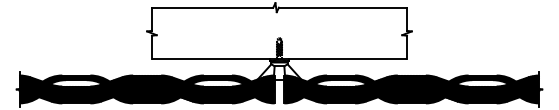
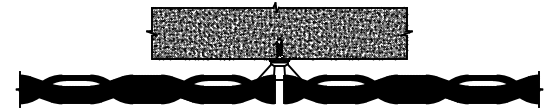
hatch at (280, 31): none -> present
